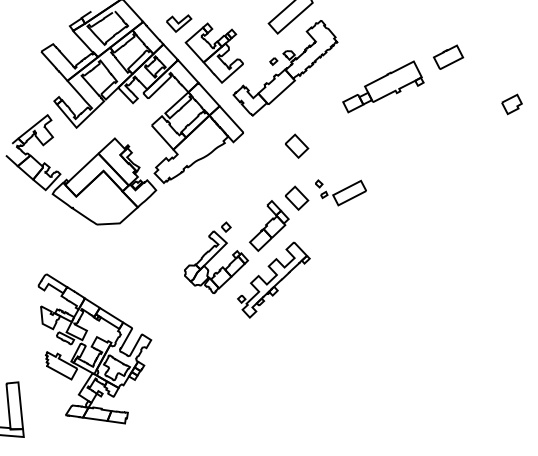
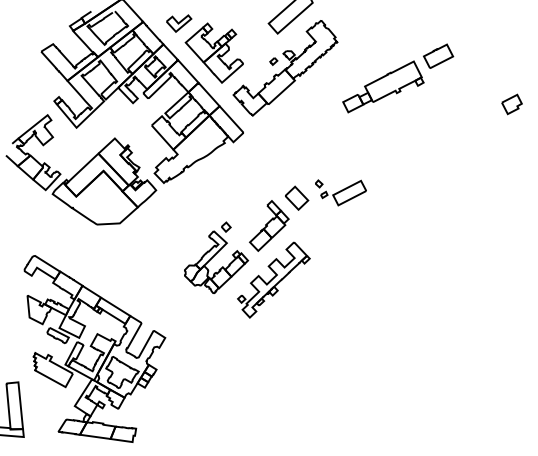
part at (448, 56) position: (448, 56) -> (438, 55)
part at (297, 145): present -> none
part at (94, 348) size: 116x152 px -> 144x188 px
